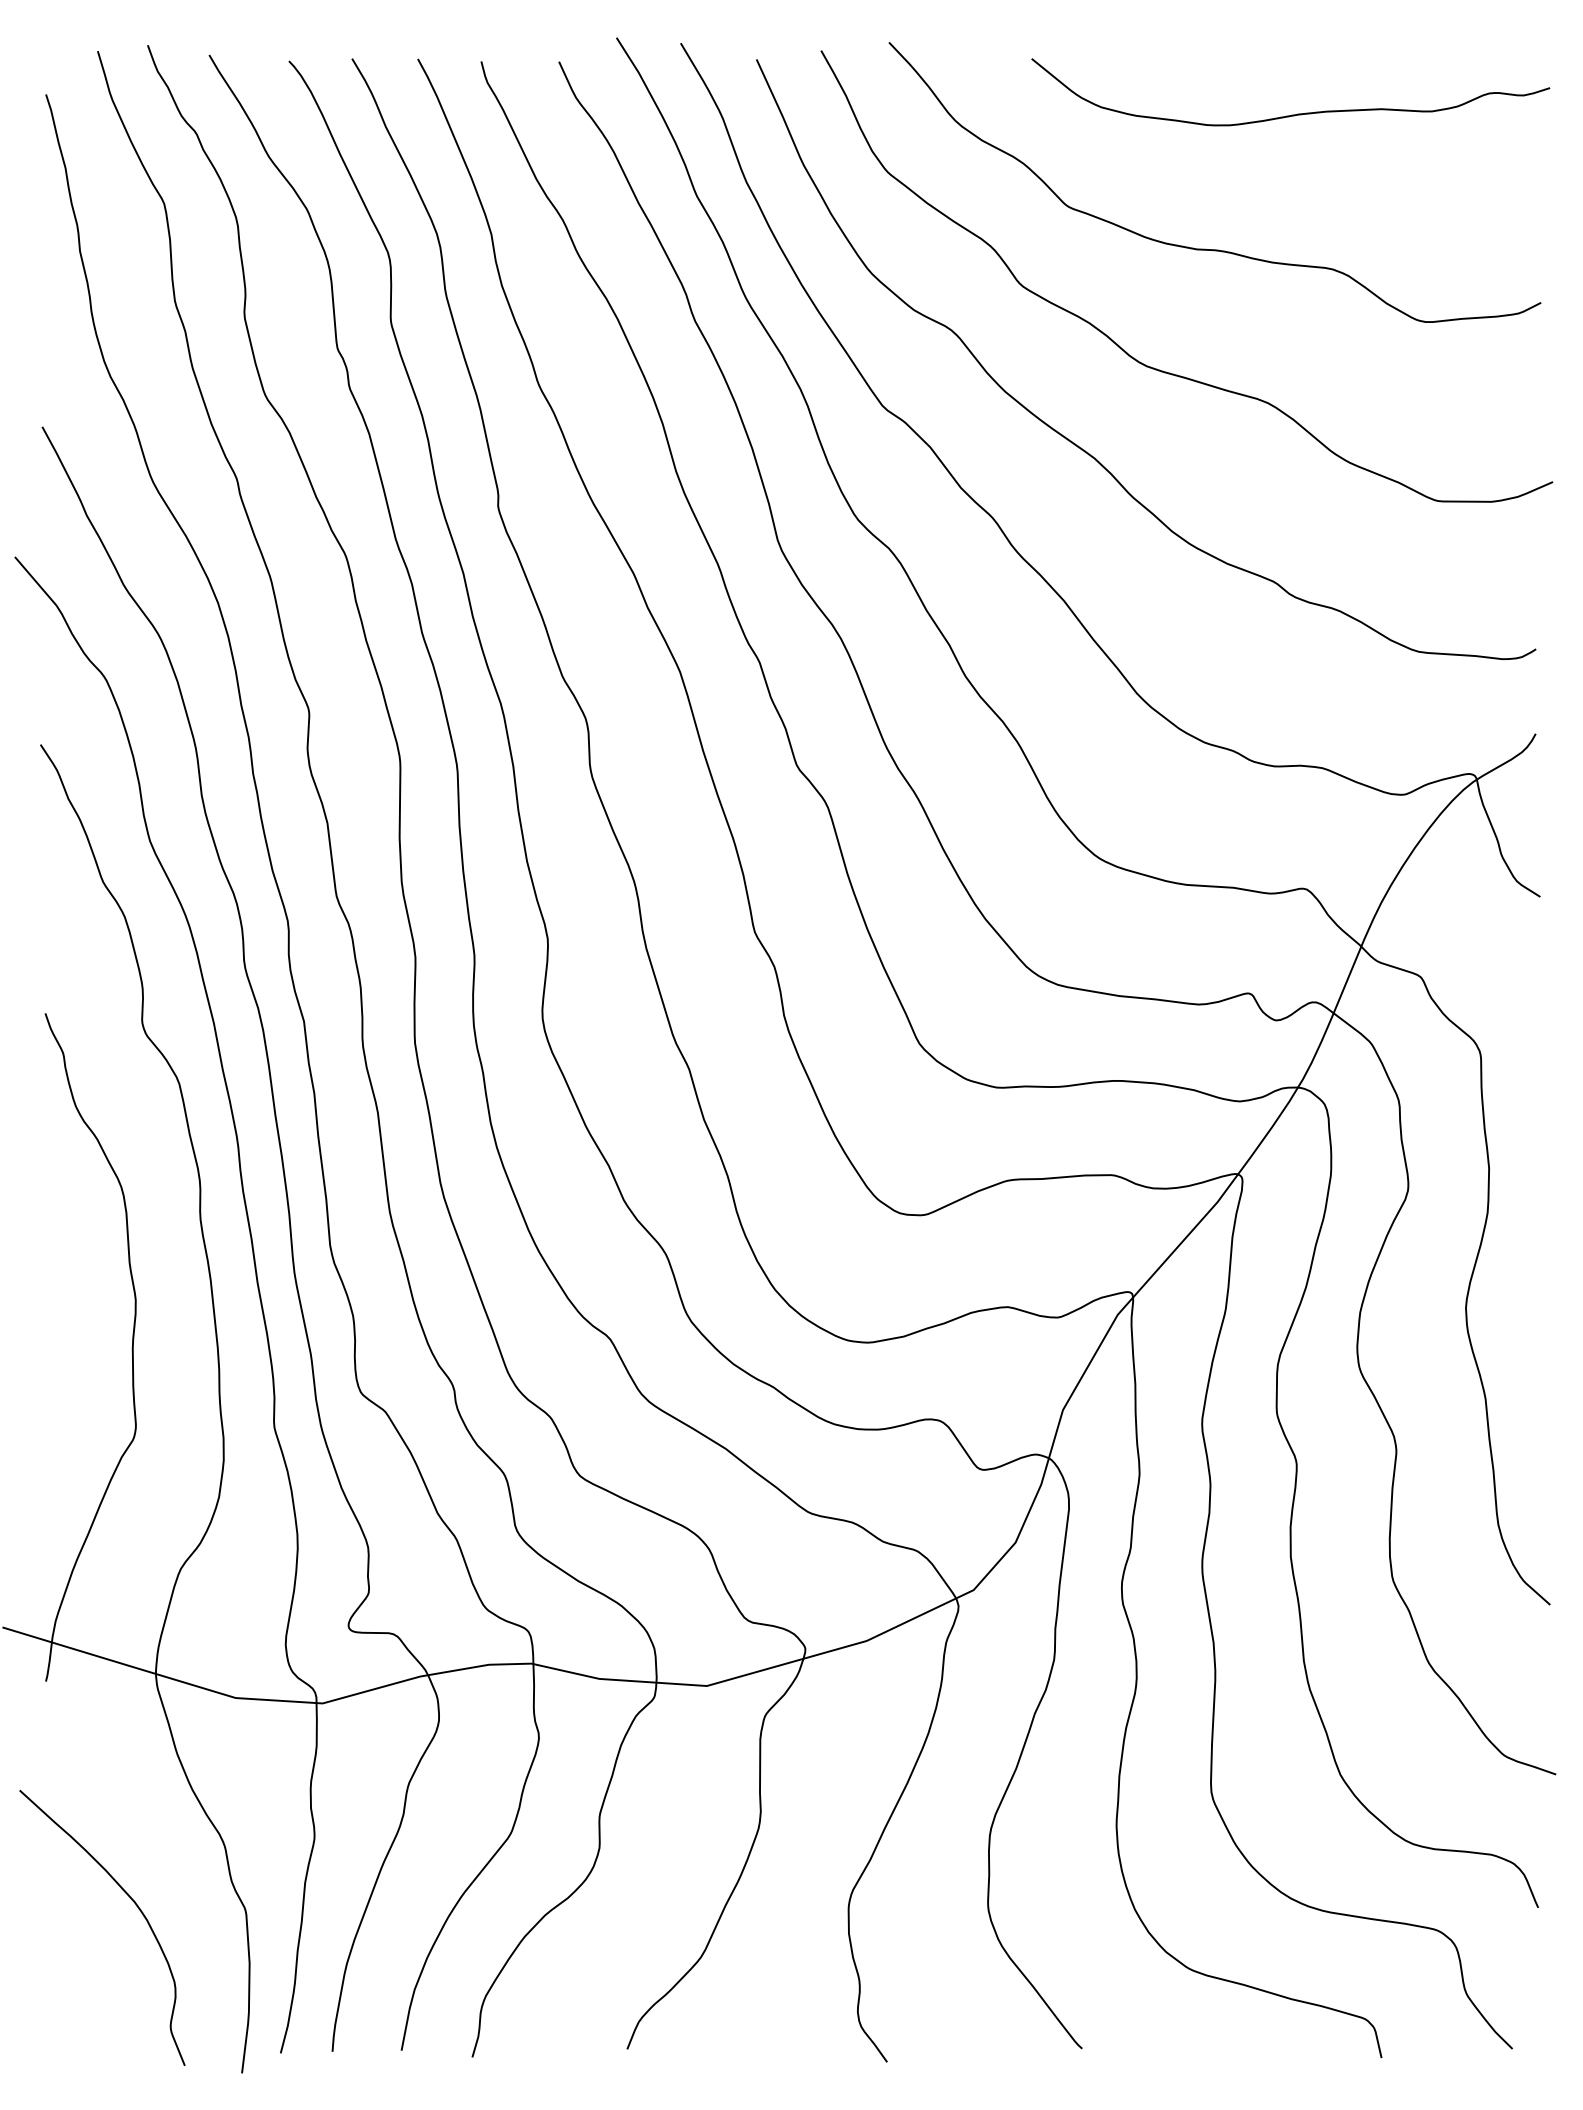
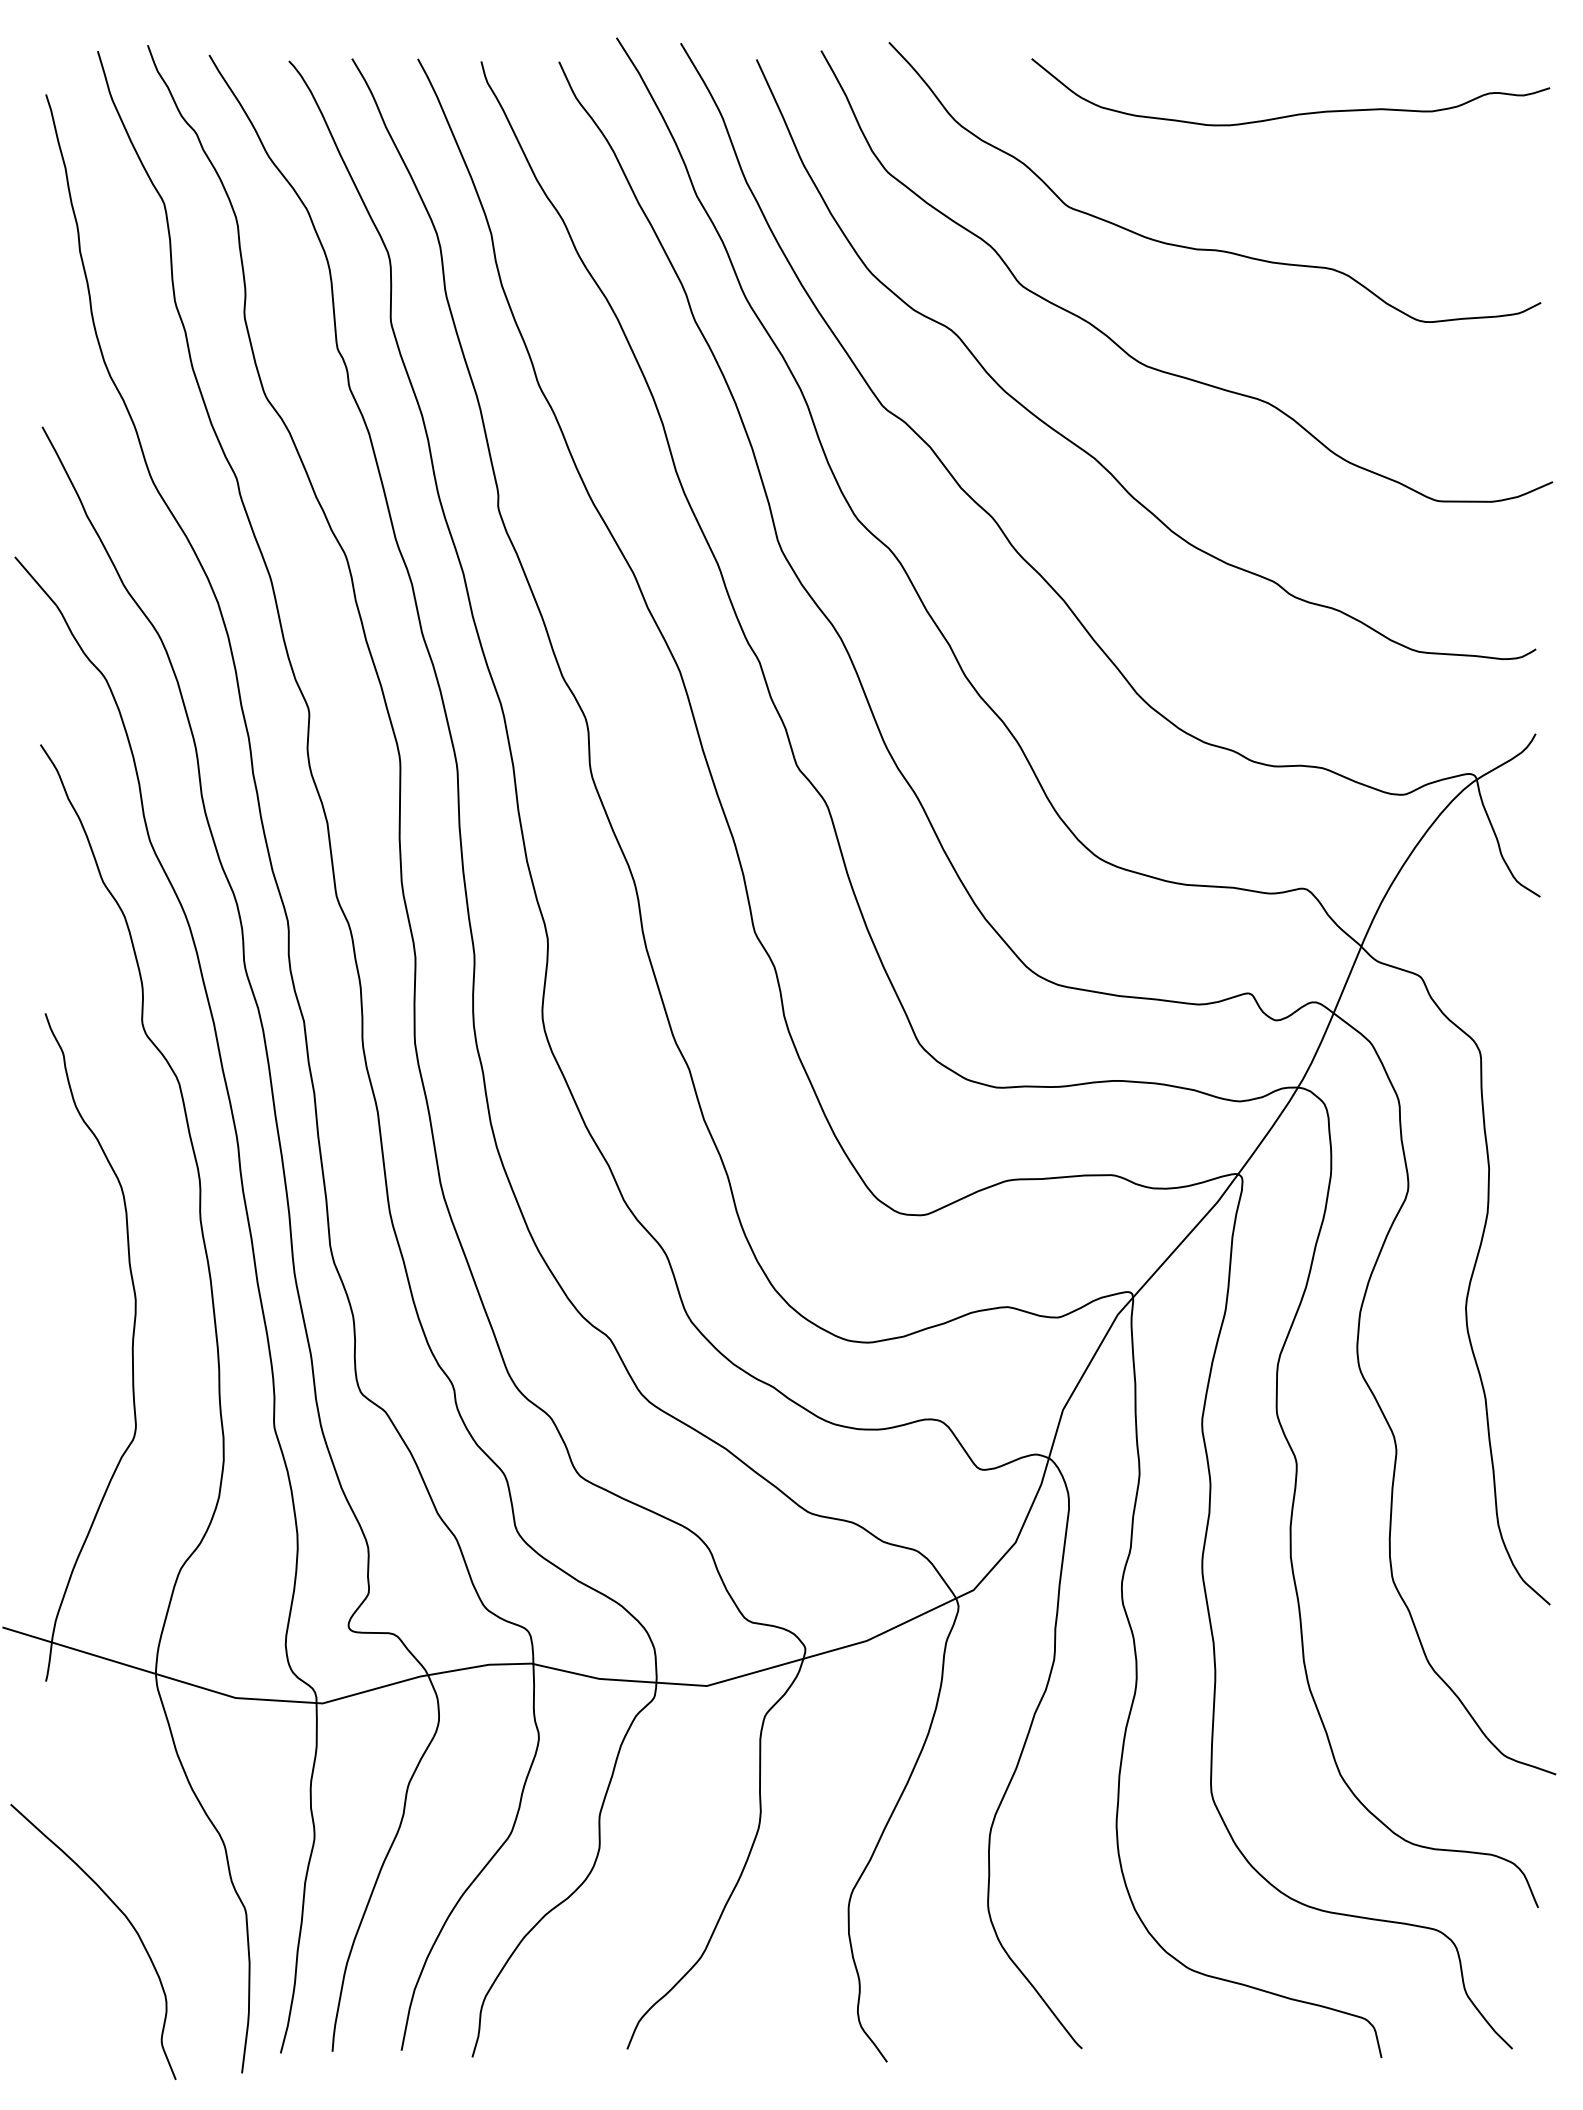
curve at (131, 1900) position: (131, 1900) -> (122, 1914)
